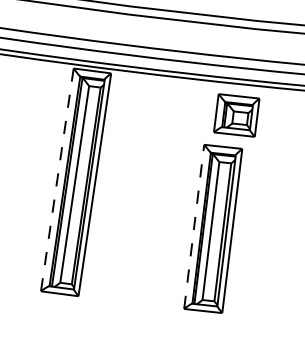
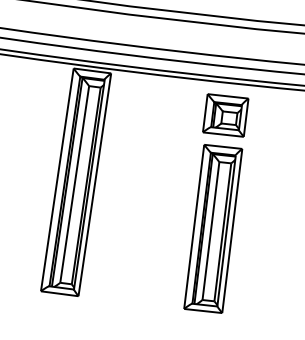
part at (236, 115) position: (236, 115) -> (225, 115)
line at (57, 179): dashed -> solid
line at (194, 227): dashed -> solid
